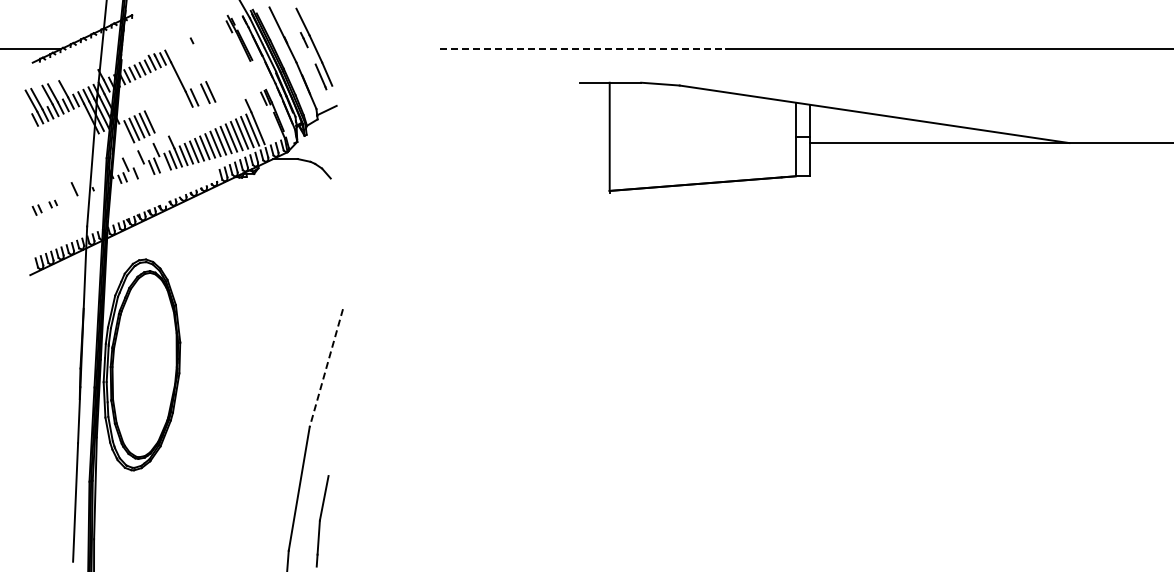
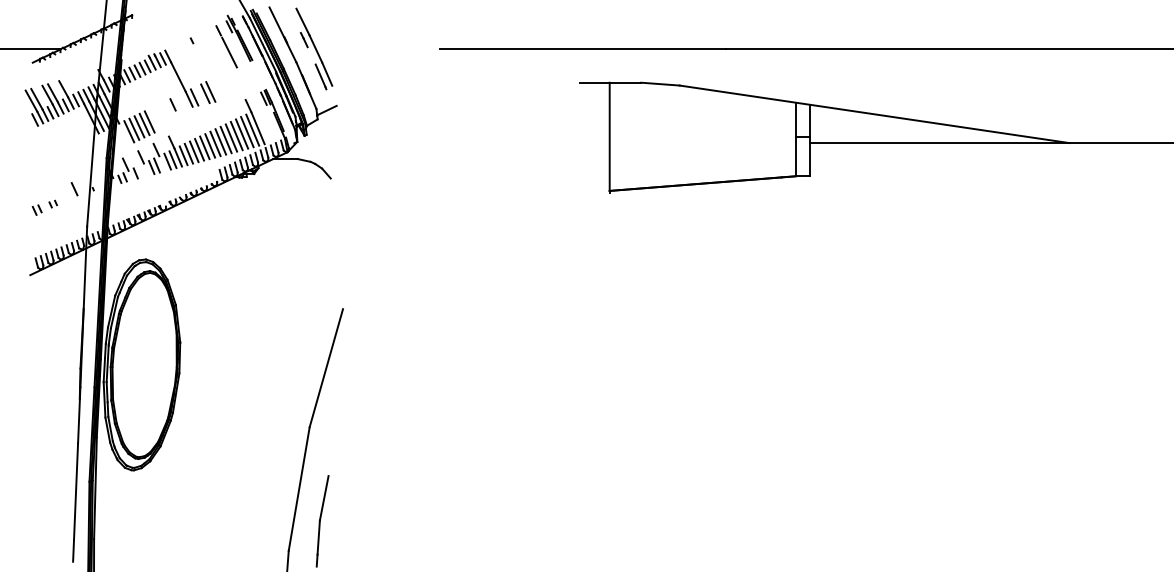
line at (226, 46): none -> present
line at (582, 48): dashed -> solid
line at (172, 104): none -> present
line at (326, 368): dashed -> solid
